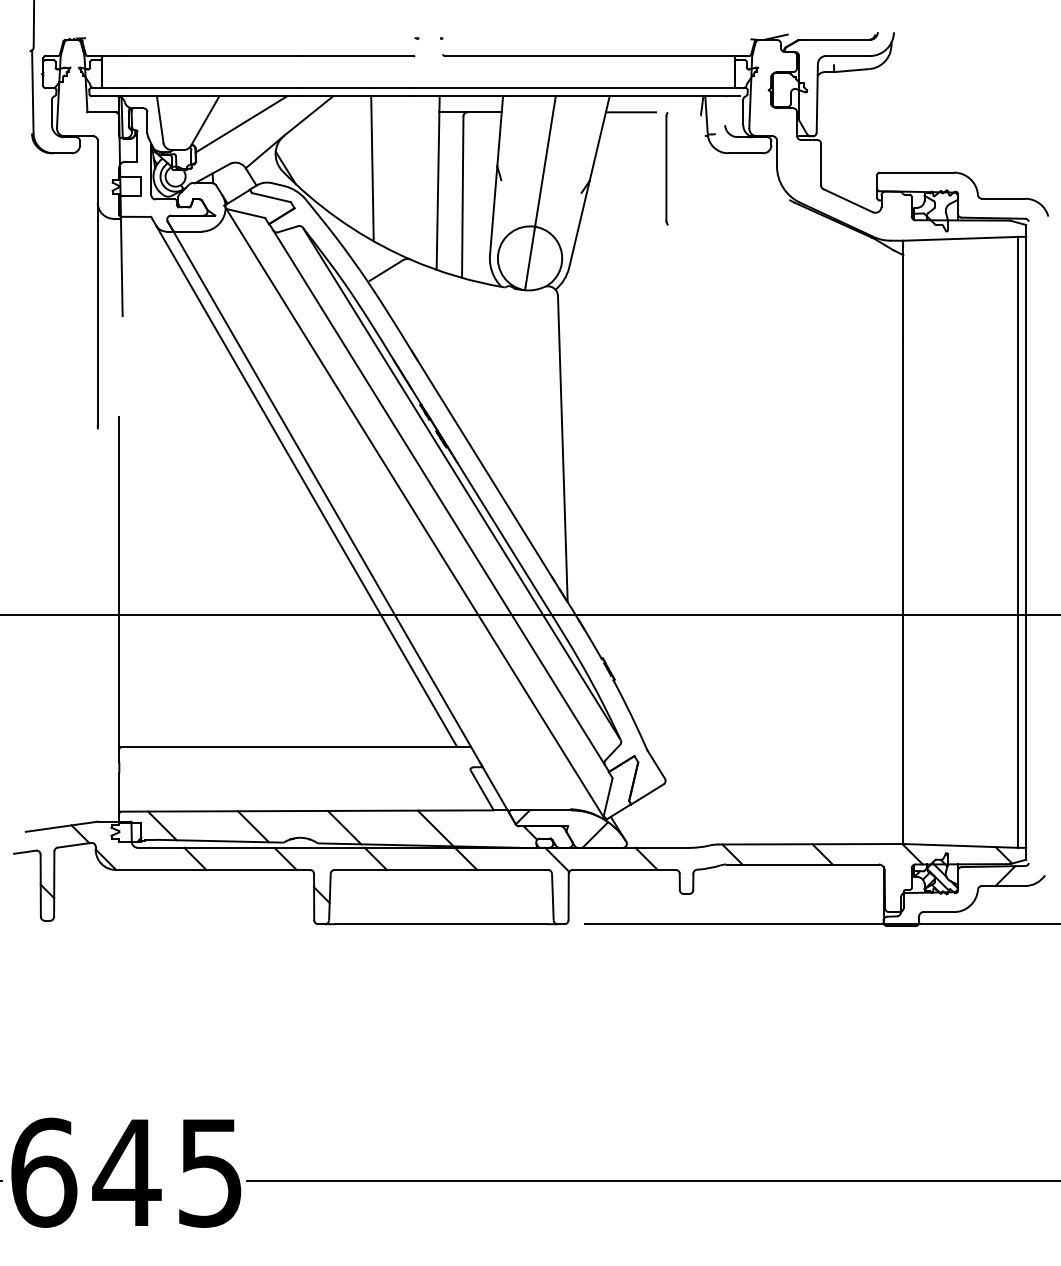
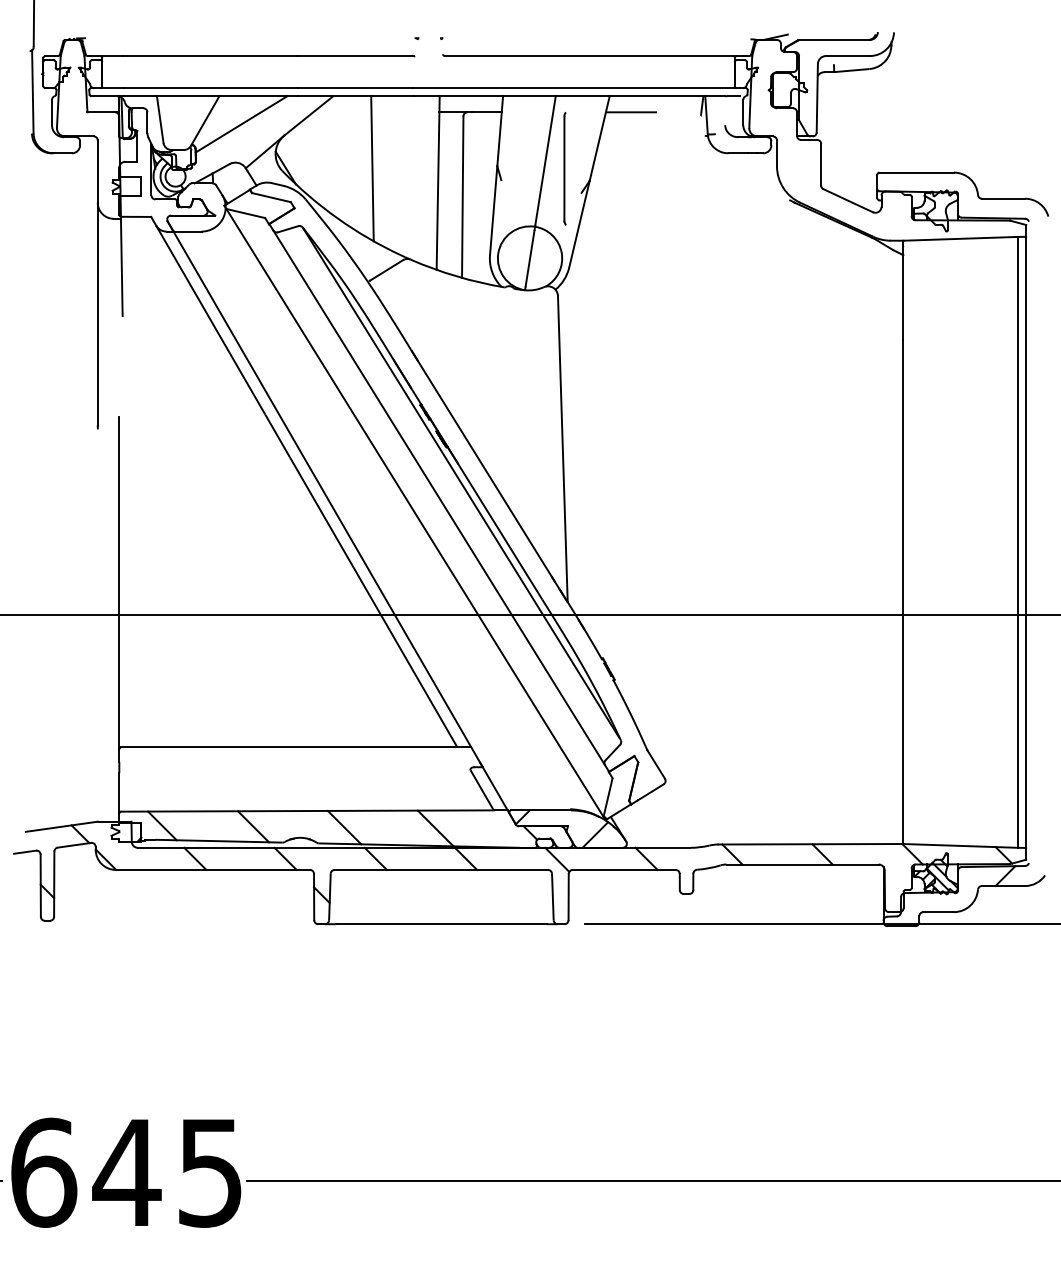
line at (666, 168) position: (666, 168) -> (564, 168)
